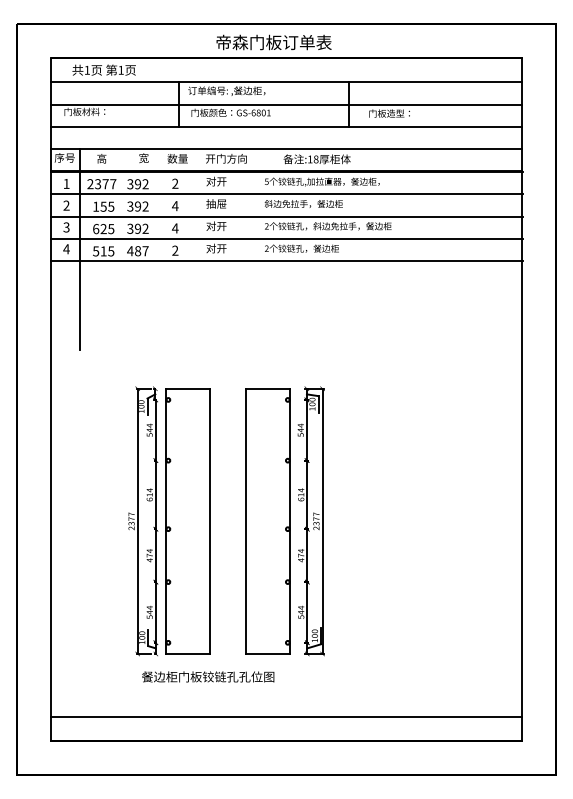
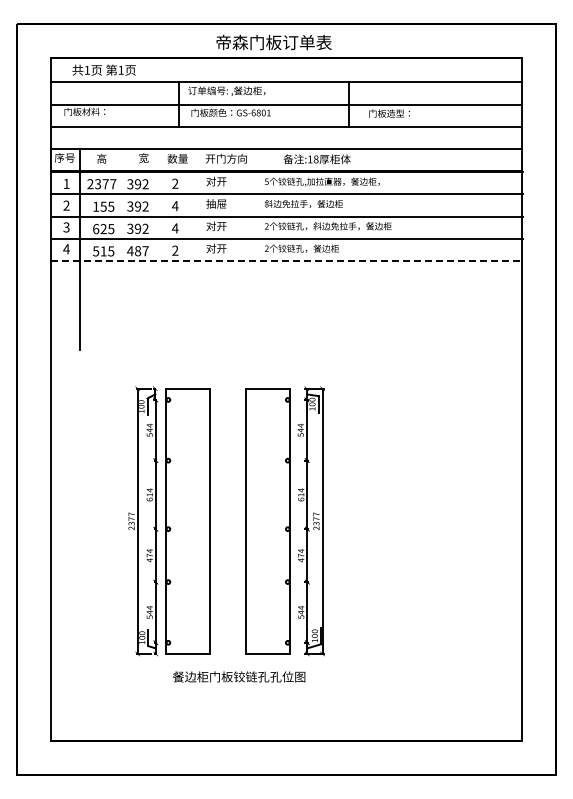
line at (287, 261): solid -> dashed
text at (208, 676) position: (208, 676) -> (239, 676)
line at (286, 716): present -> none
